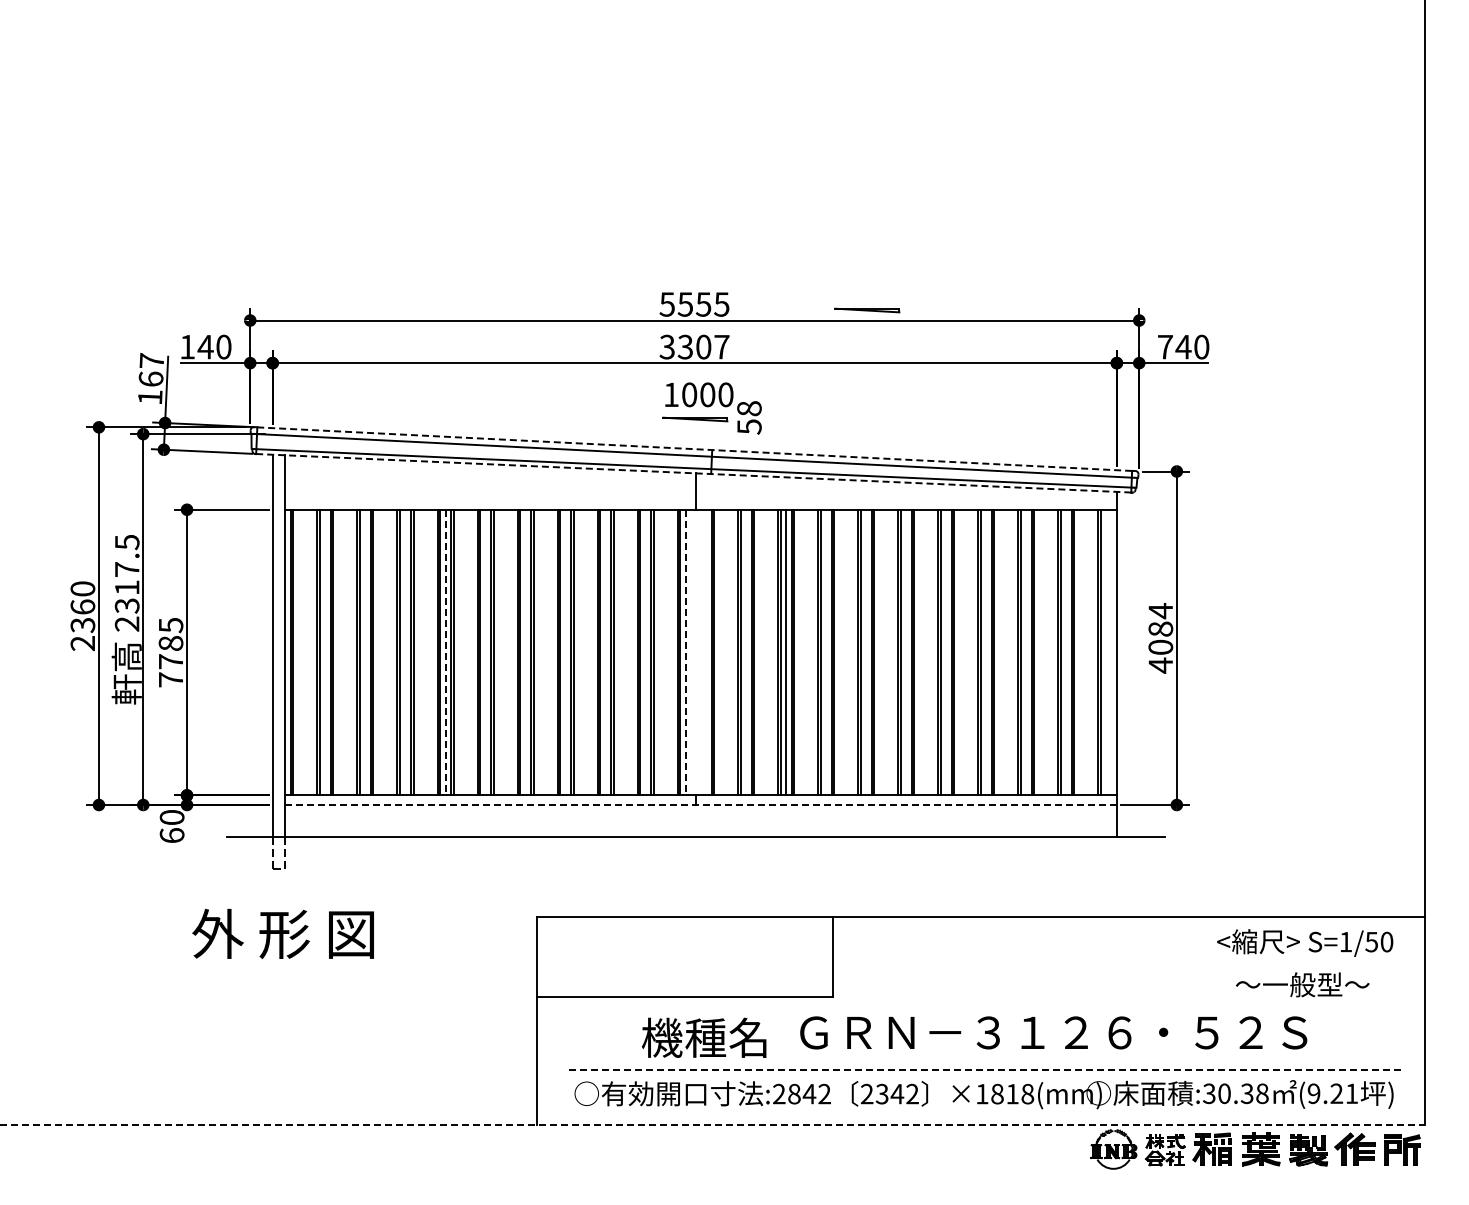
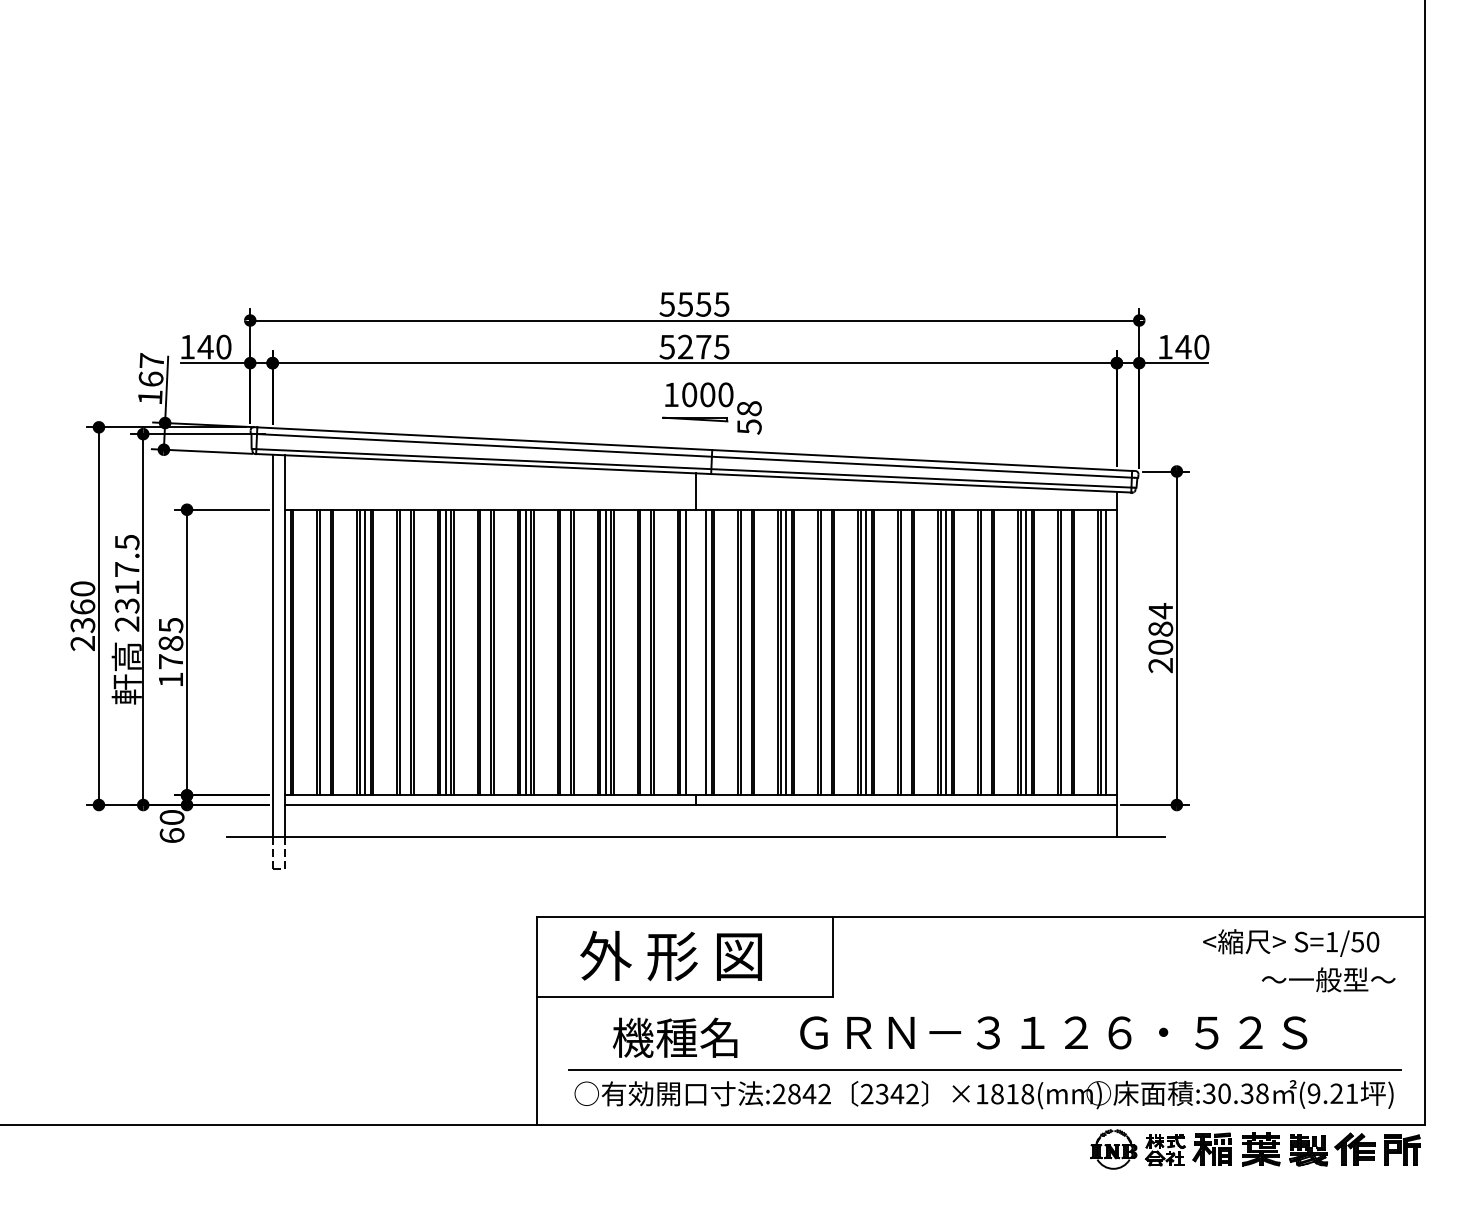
part at (867, 310): present -> none
text at (694, 346): 3307 -> 5275
text at (1165, 347): 740 -> 140
line at (694, 449): dashed -> solid
line at (693, 473): dashed -> solid
line at (365, 652): none -> present
line at (445, 652): dashed -> solid
line at (525, 652): none -> present
line at (605, 652): none -> present
line at (685, 652): dashed -> solid
line at (706, 652): none -> present
line at (866, 652): none -> present
line at (946, 652): none -> present
line at (1026, 652): none -> present
line at (1106, 652): none -> present
text at (1160, 665): 4084 -> 2084
text at (170, 679): 7785 -> 1785
line at (701, 805): dashed -> solid
text at (282, 934) position: (282, 934) -> (670, 956)
text at (1305, 942) position: (1305, 942) -> (1291, 942)
text at (1302, 984) position: (1302, 984) -> (1328, 979)
text at (703, 1037) position: (703, 1037) -> (674, 1037)
line at (985, 1069): dashed -> solid
line at (713, 1125): dashed -> solid
